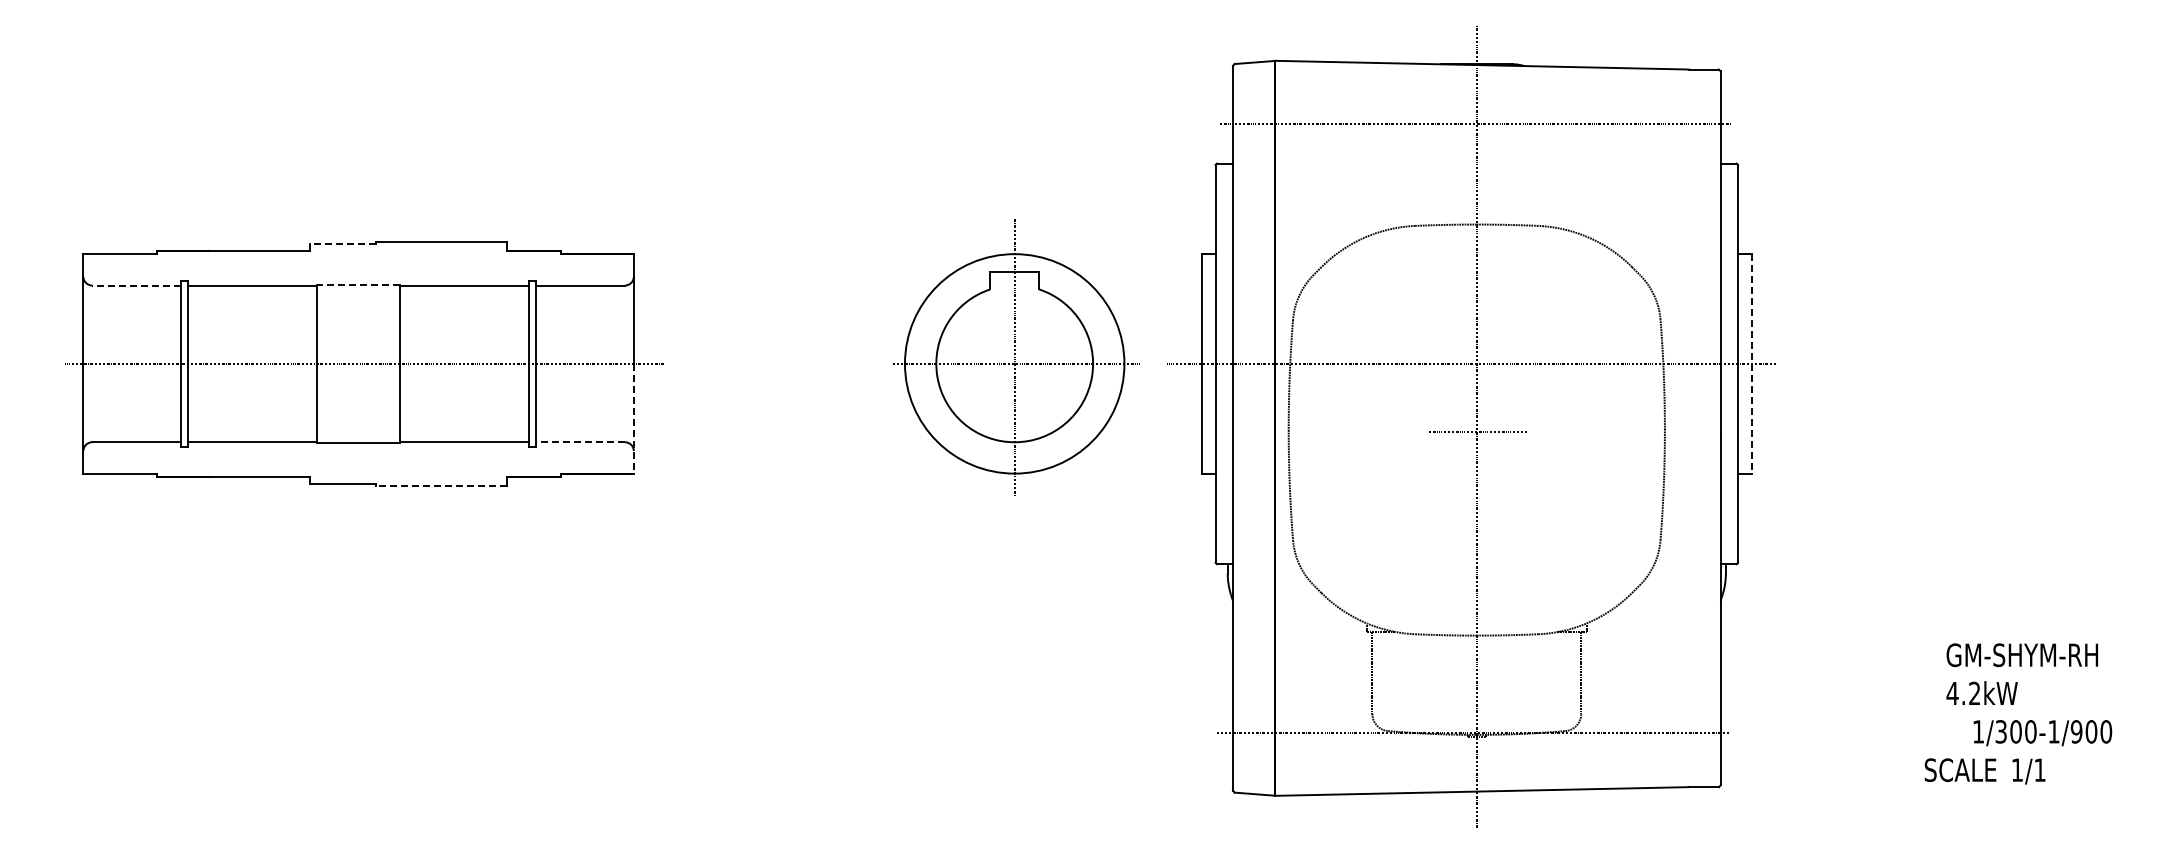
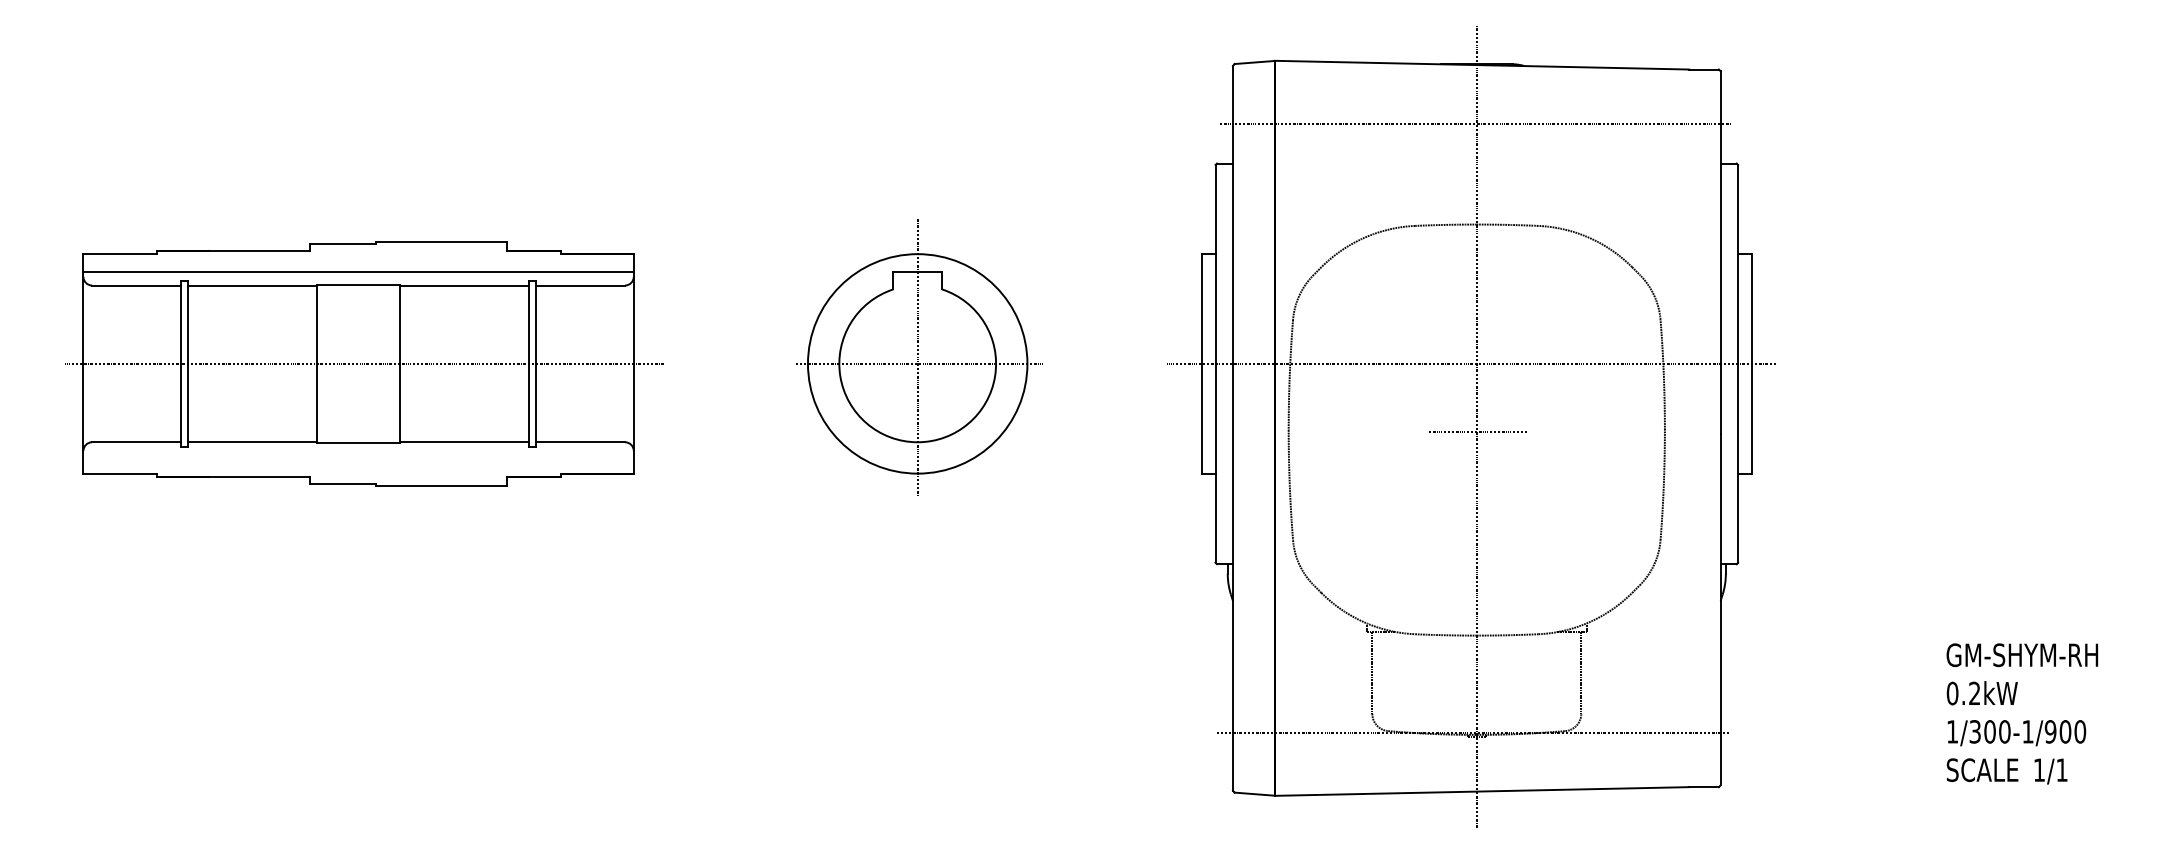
line at (342, 243): dashed -> solid
line at (358, 272): none -> present
line at (358, 284): dashed -> solid
line at (136, 285): dashed -> solid
part at (1016, 357) position: (1016, 357) -> (919, 357)
line at (1752, 363): dashed -> solid
line at (633, 418): dashed -> solid
line at (580, 442): dashed -> solid
line at (440, 485): dashed -> solid
text at (1952, 693): 4.2kW -> 0.2kW
text at (2042, 733) position: (2042, 733) -> (2016, 733)
text at (1984, 771) position: (1984, 771) -> (2006, 771)
